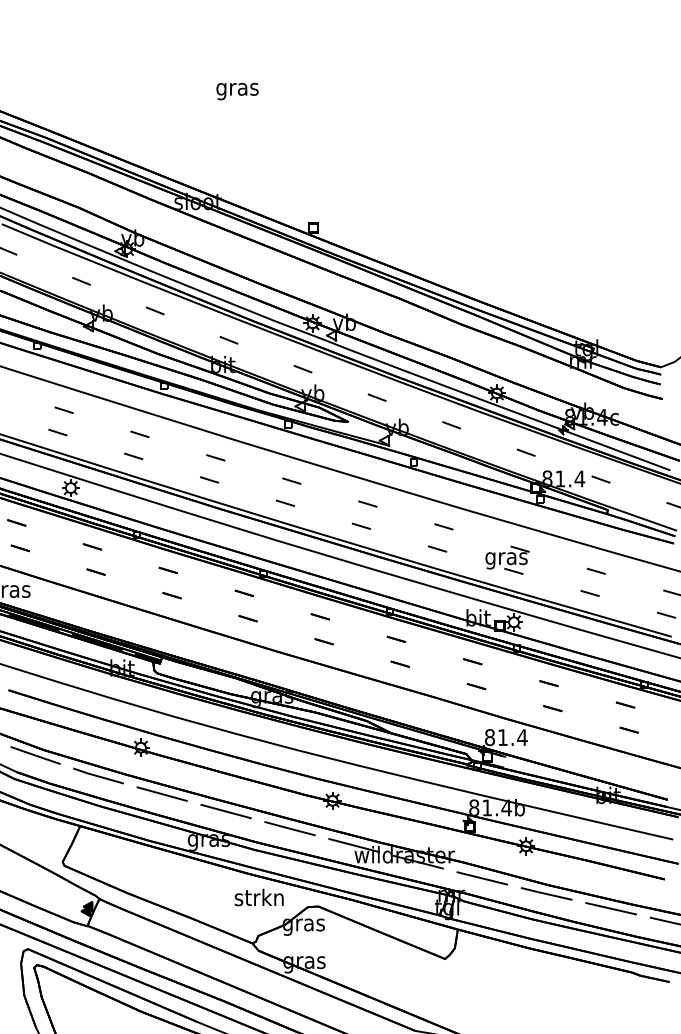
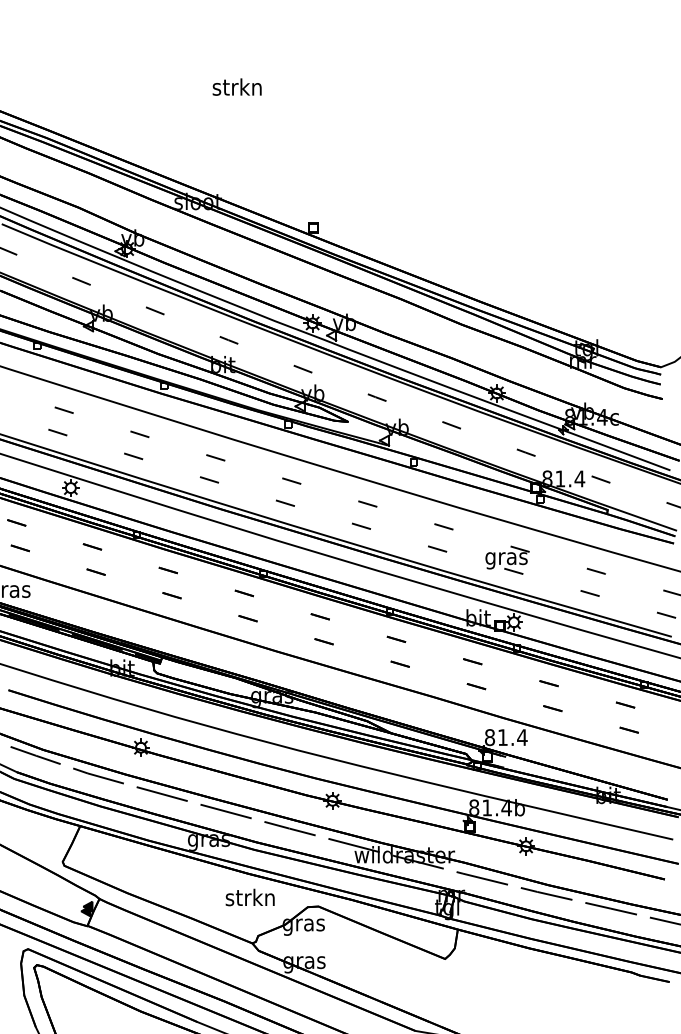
text at (236, 89): gras -> strkn
text at (258, 897) position: (258, 897) -> (249, 897)
